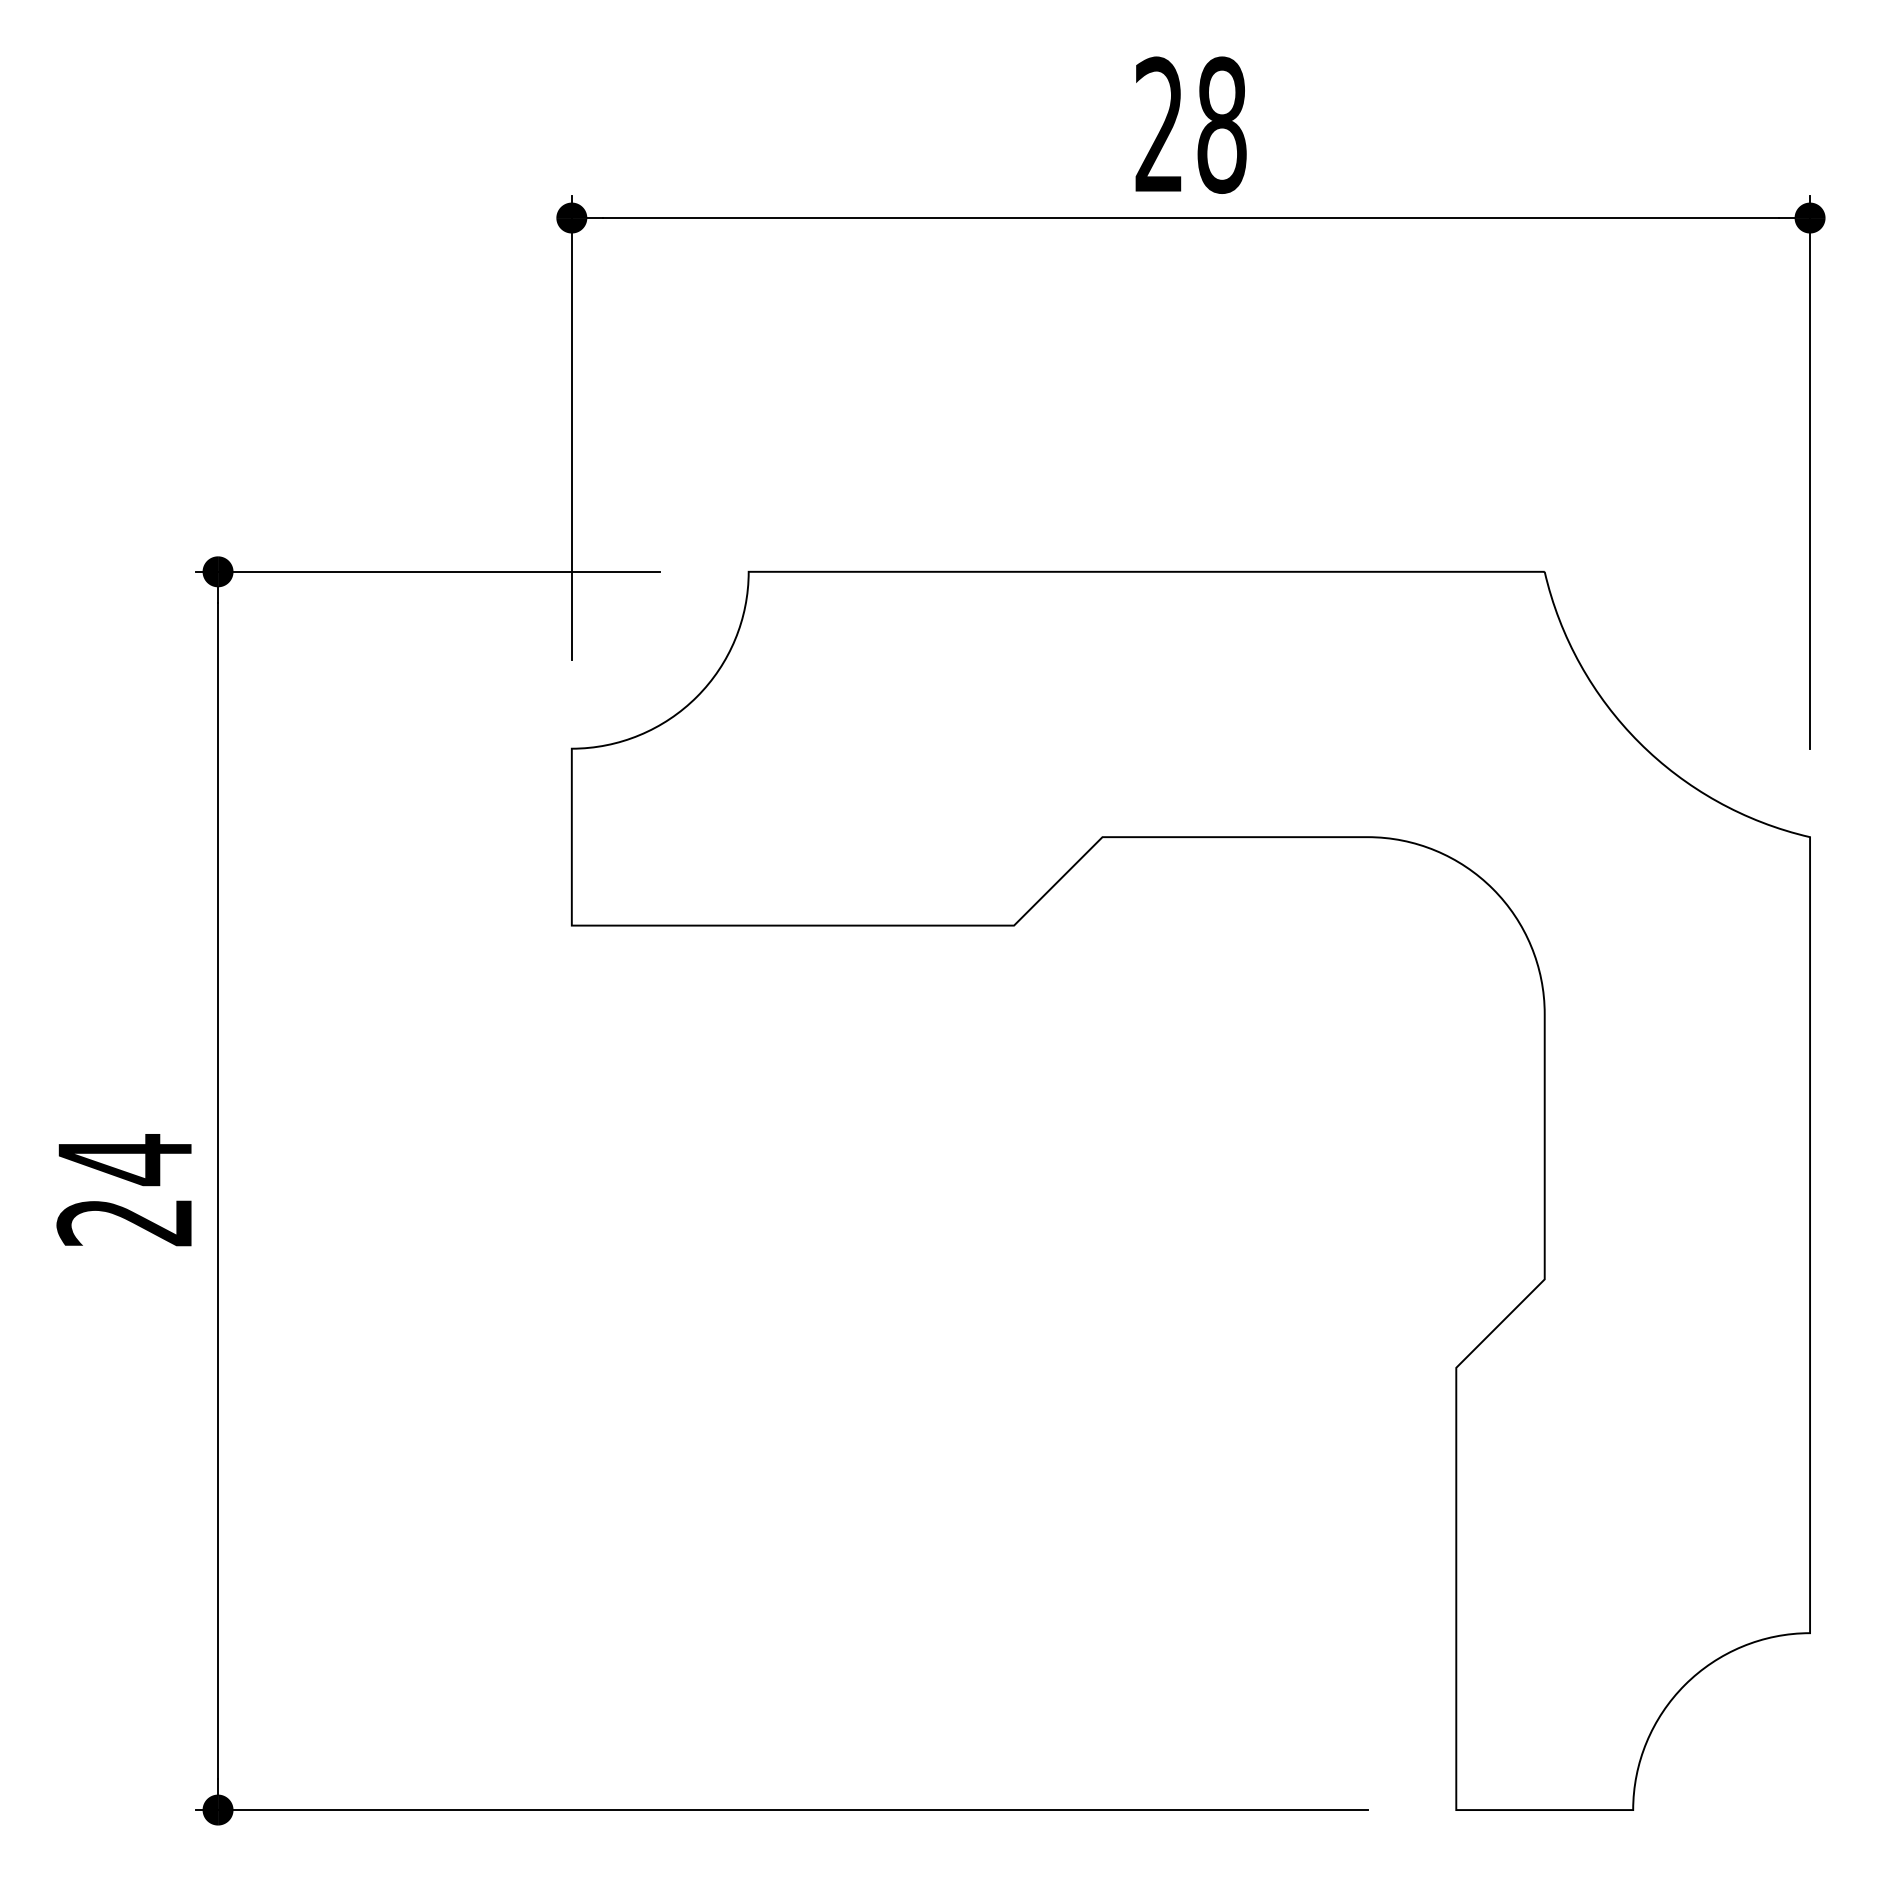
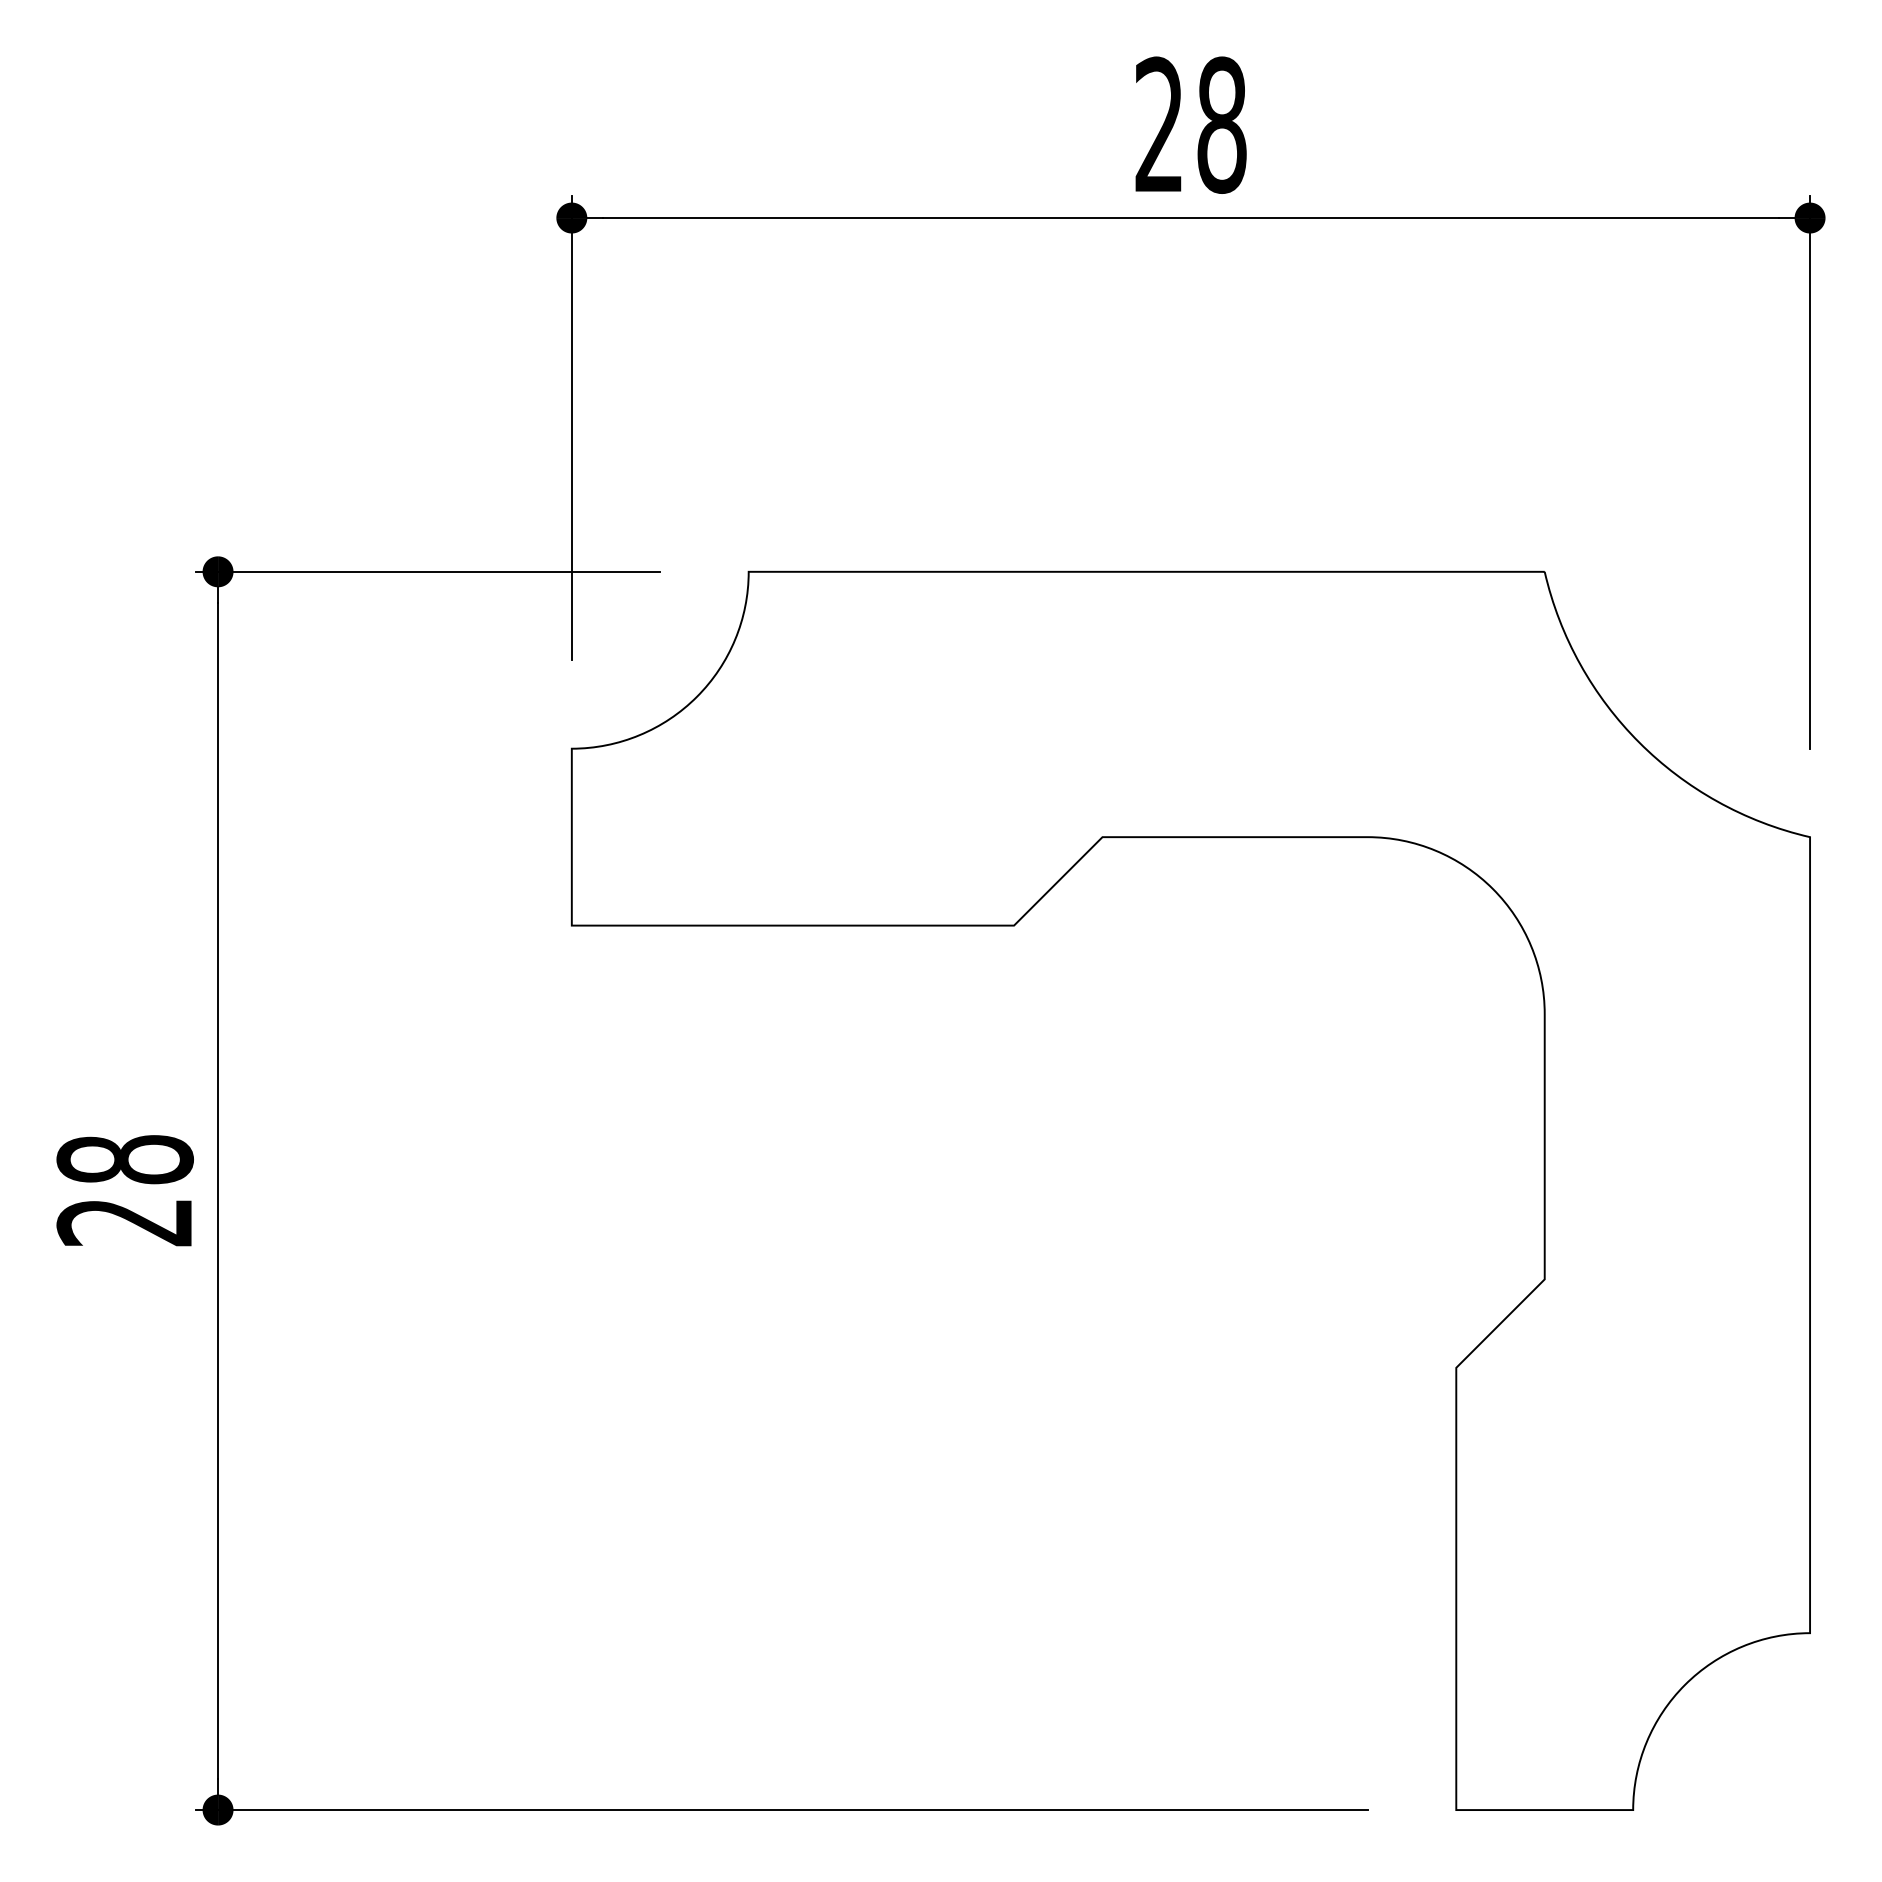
text at (124, 1160): 24 -> 28
